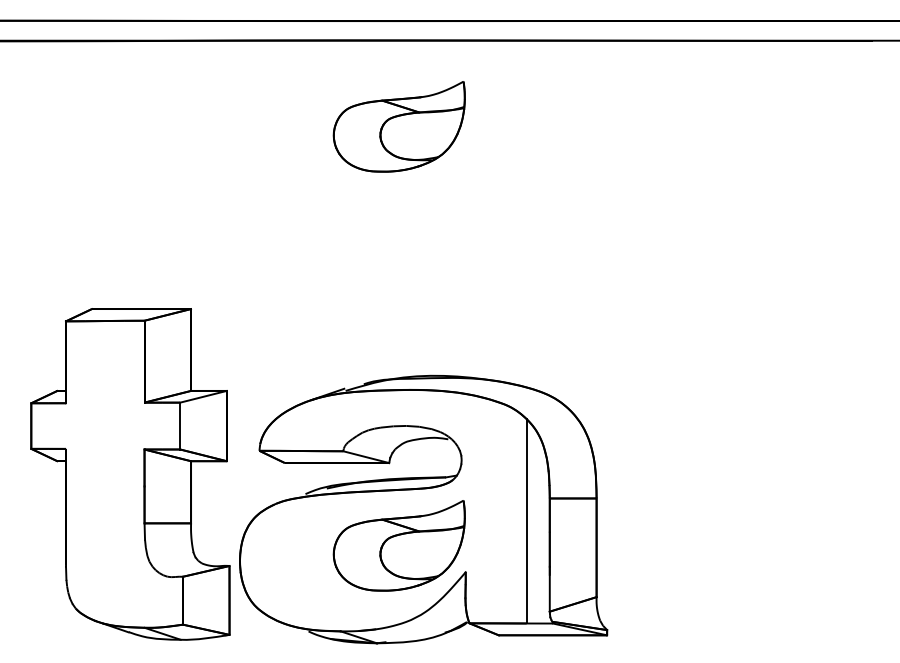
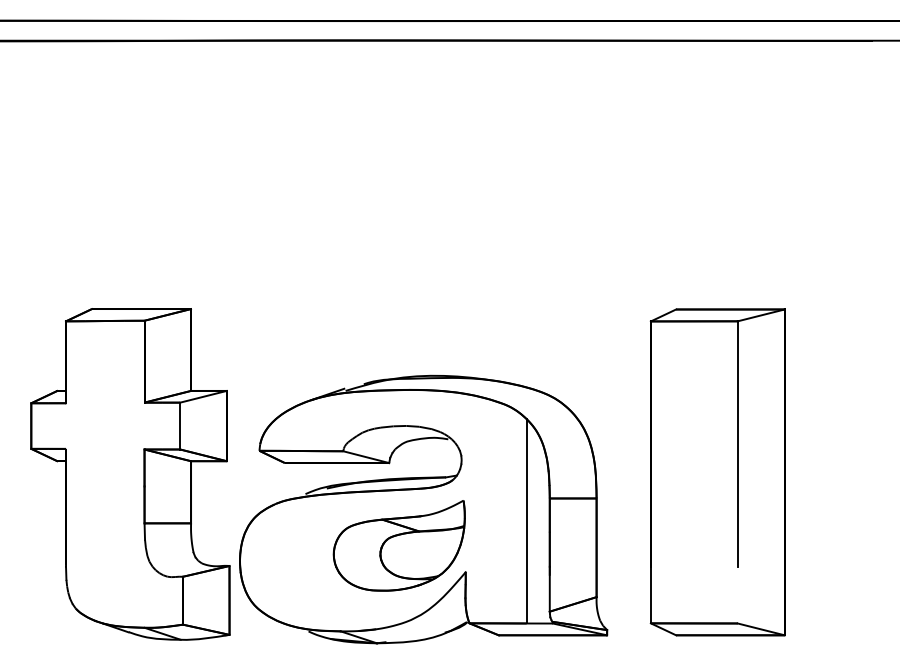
part at (398, 126): present -> none
part at (717, 472): none -> present
